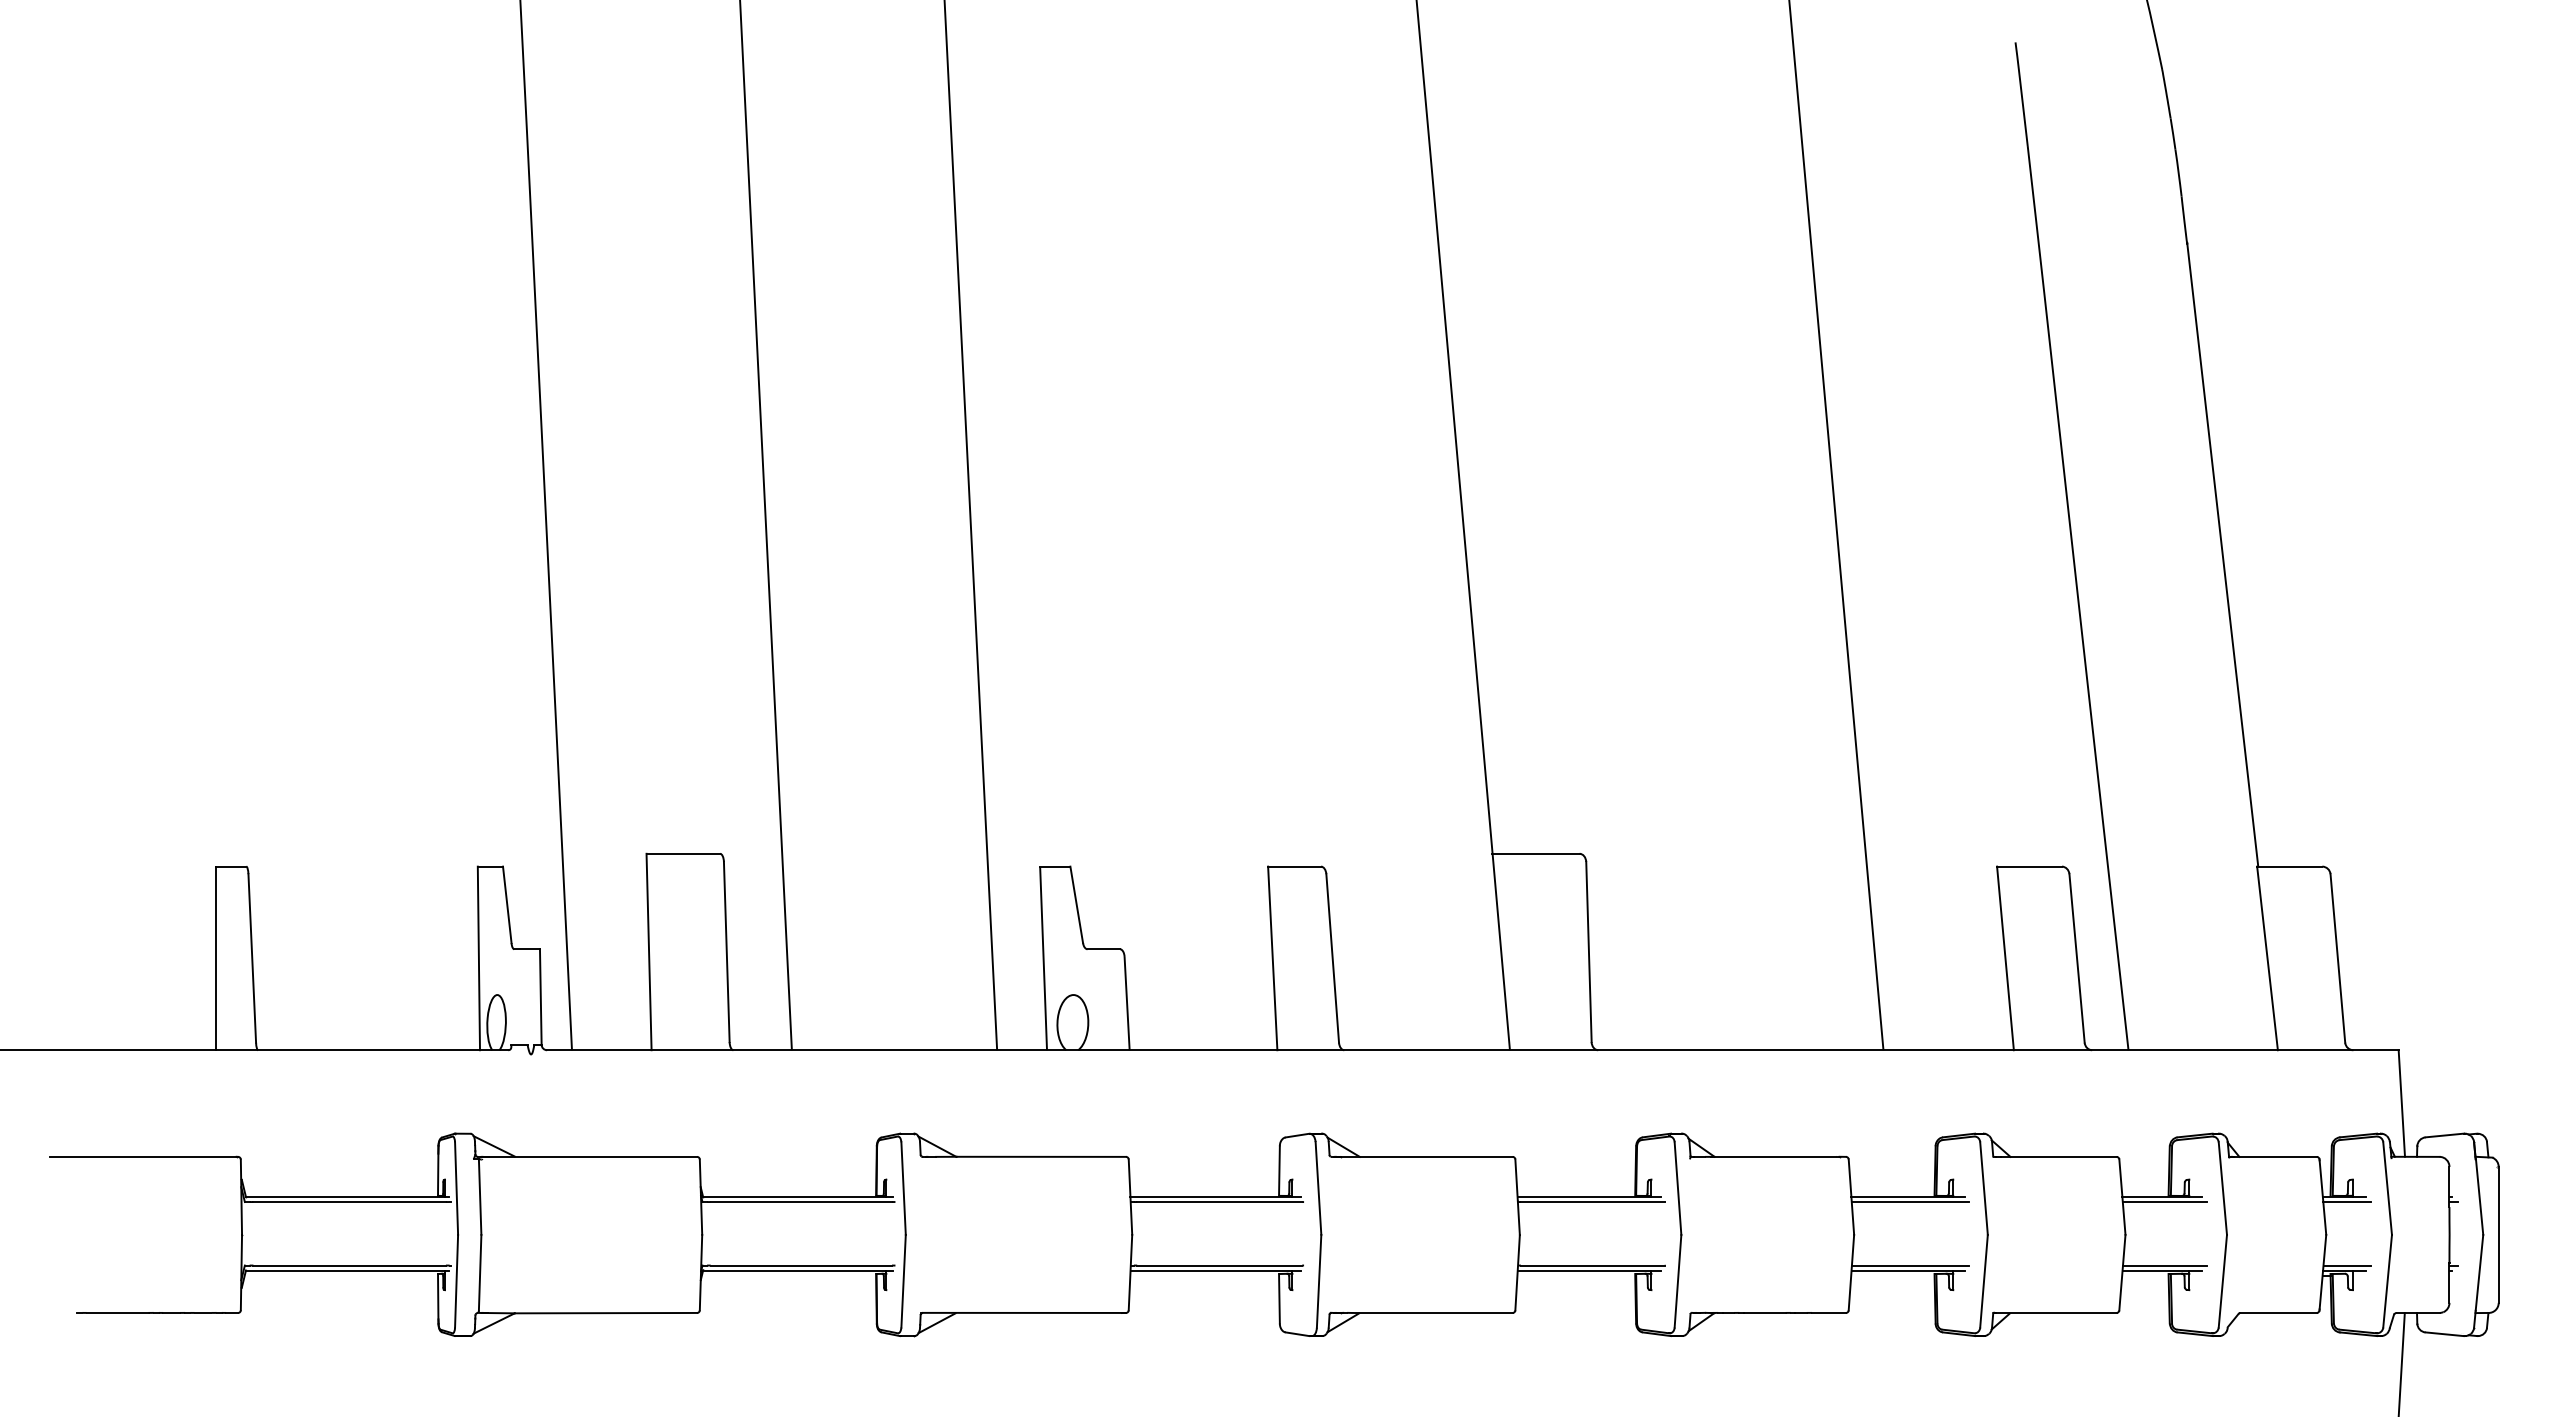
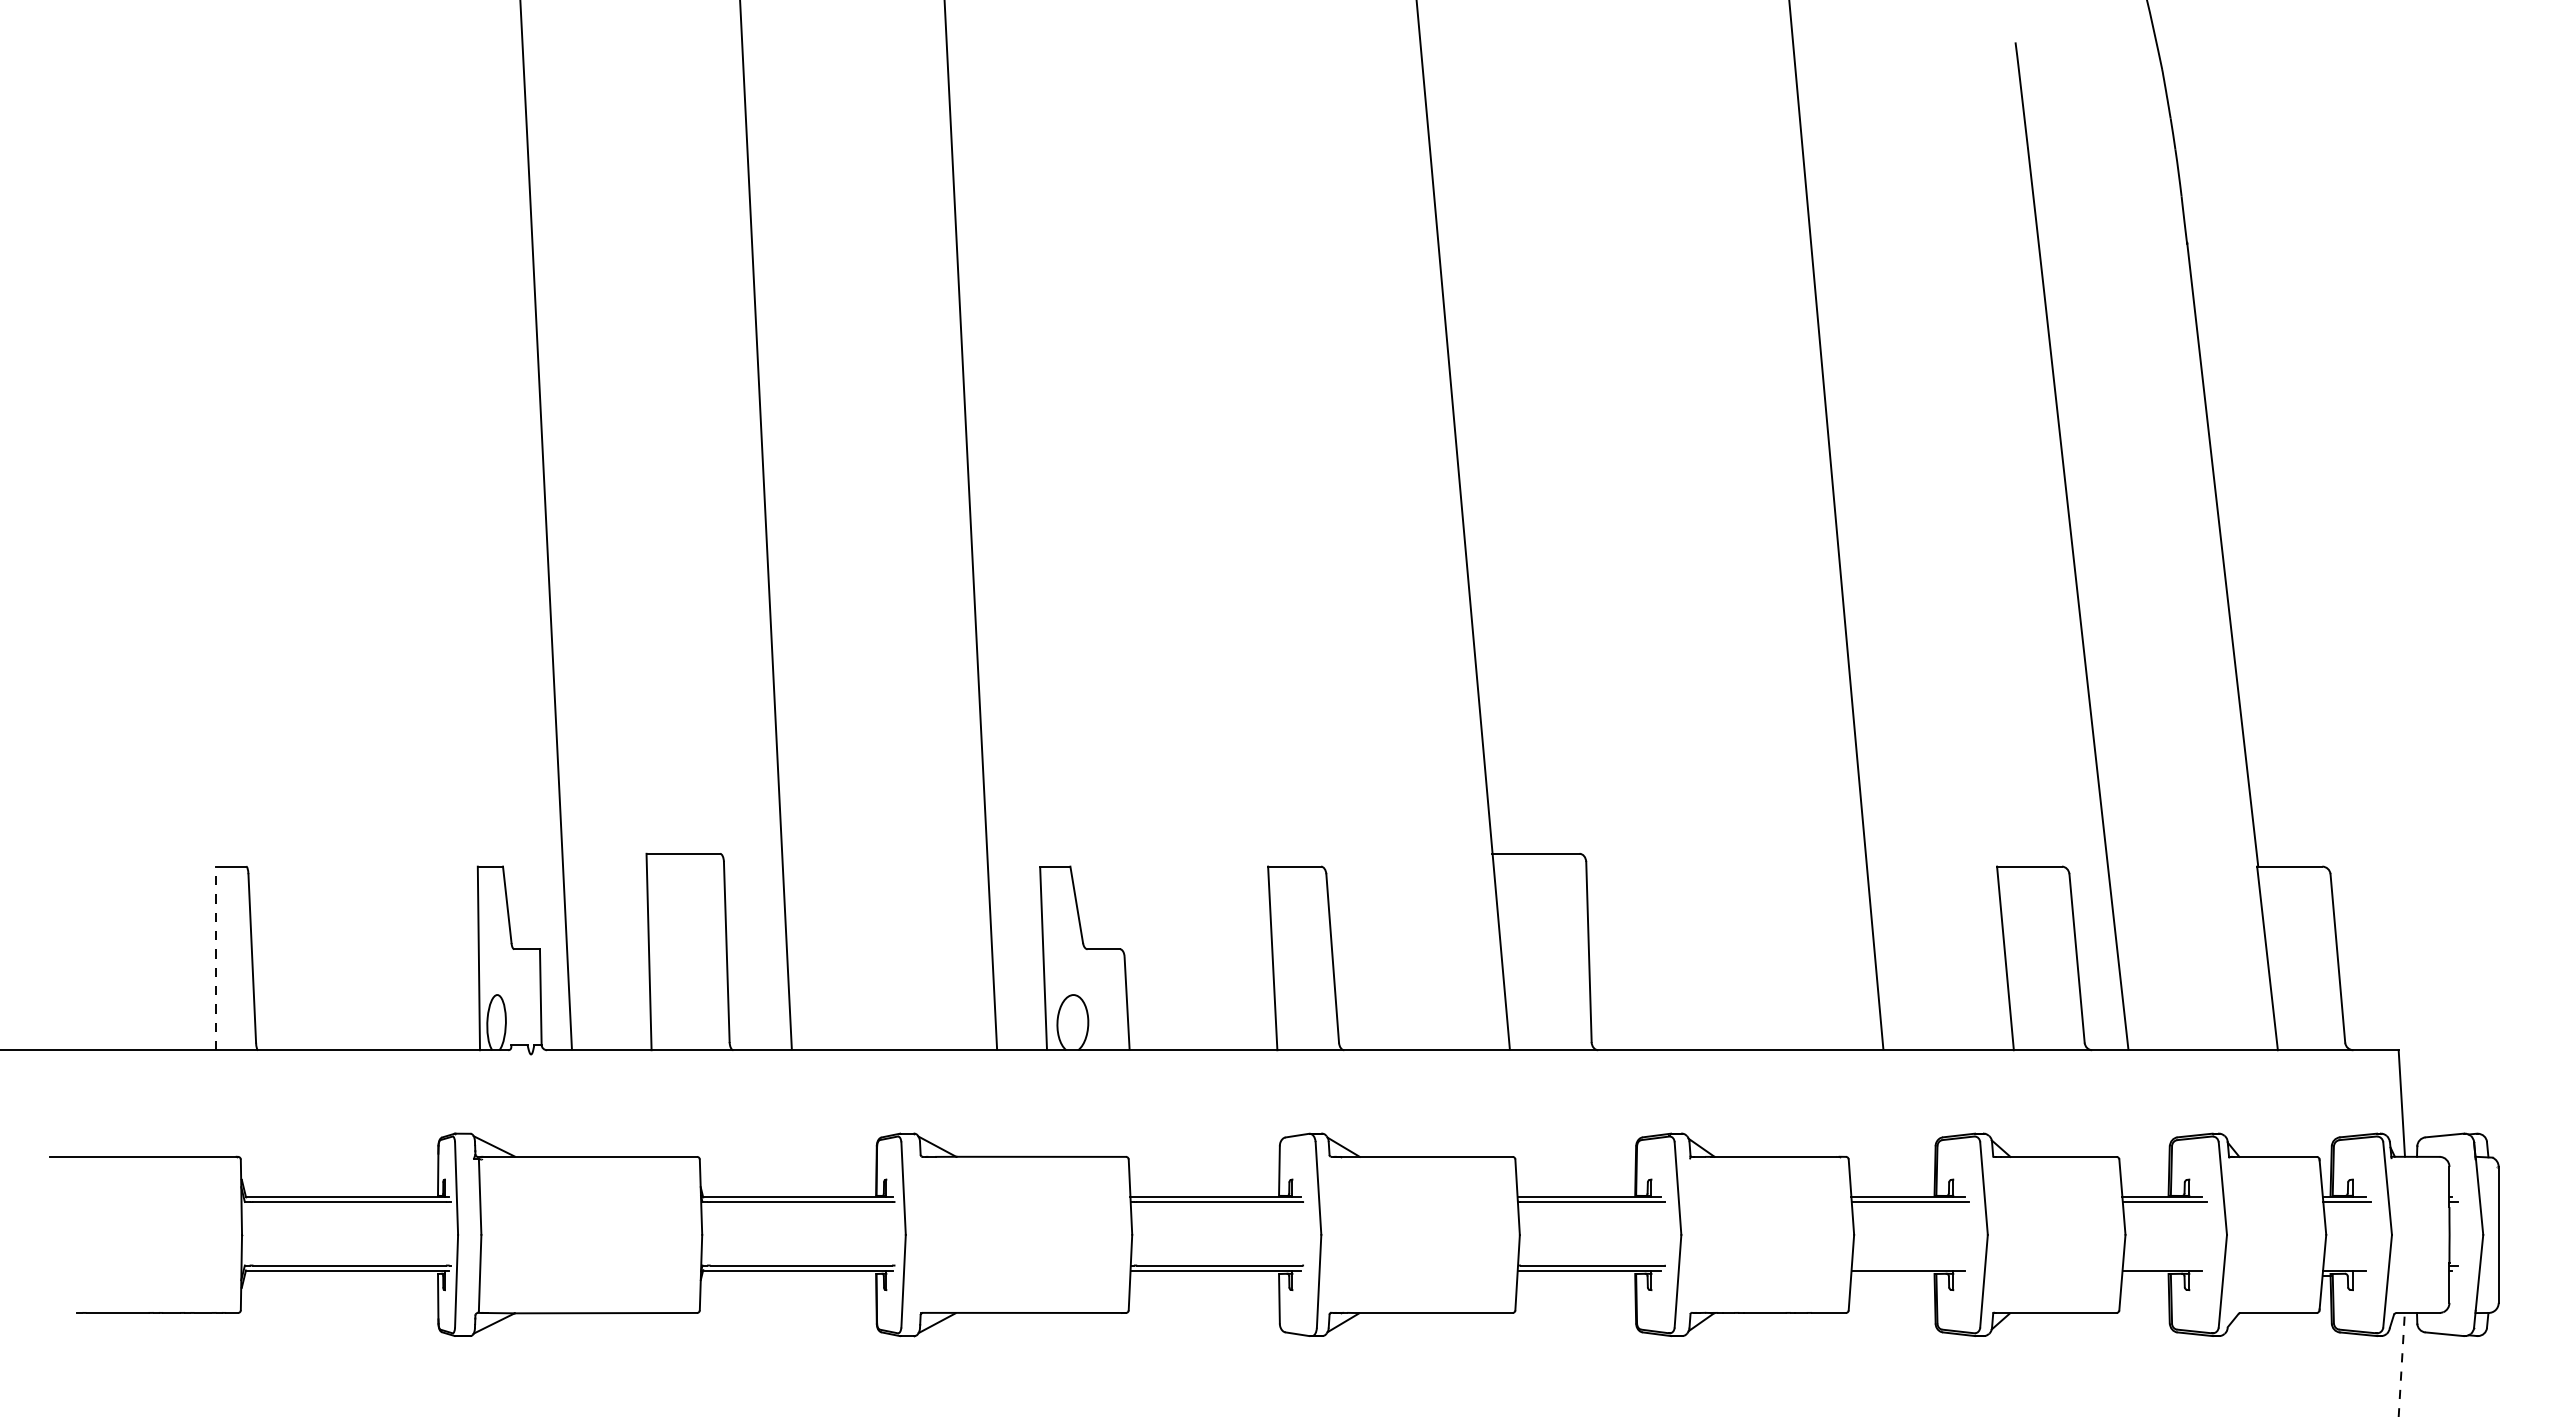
line at (215, 958): solid -> dashed
line at (1910, 1265): present -> none
line at (2164, 1265): present -> none
line at (2347, 1265): present -> none
line at (2401, 1364): solid -> dashed
